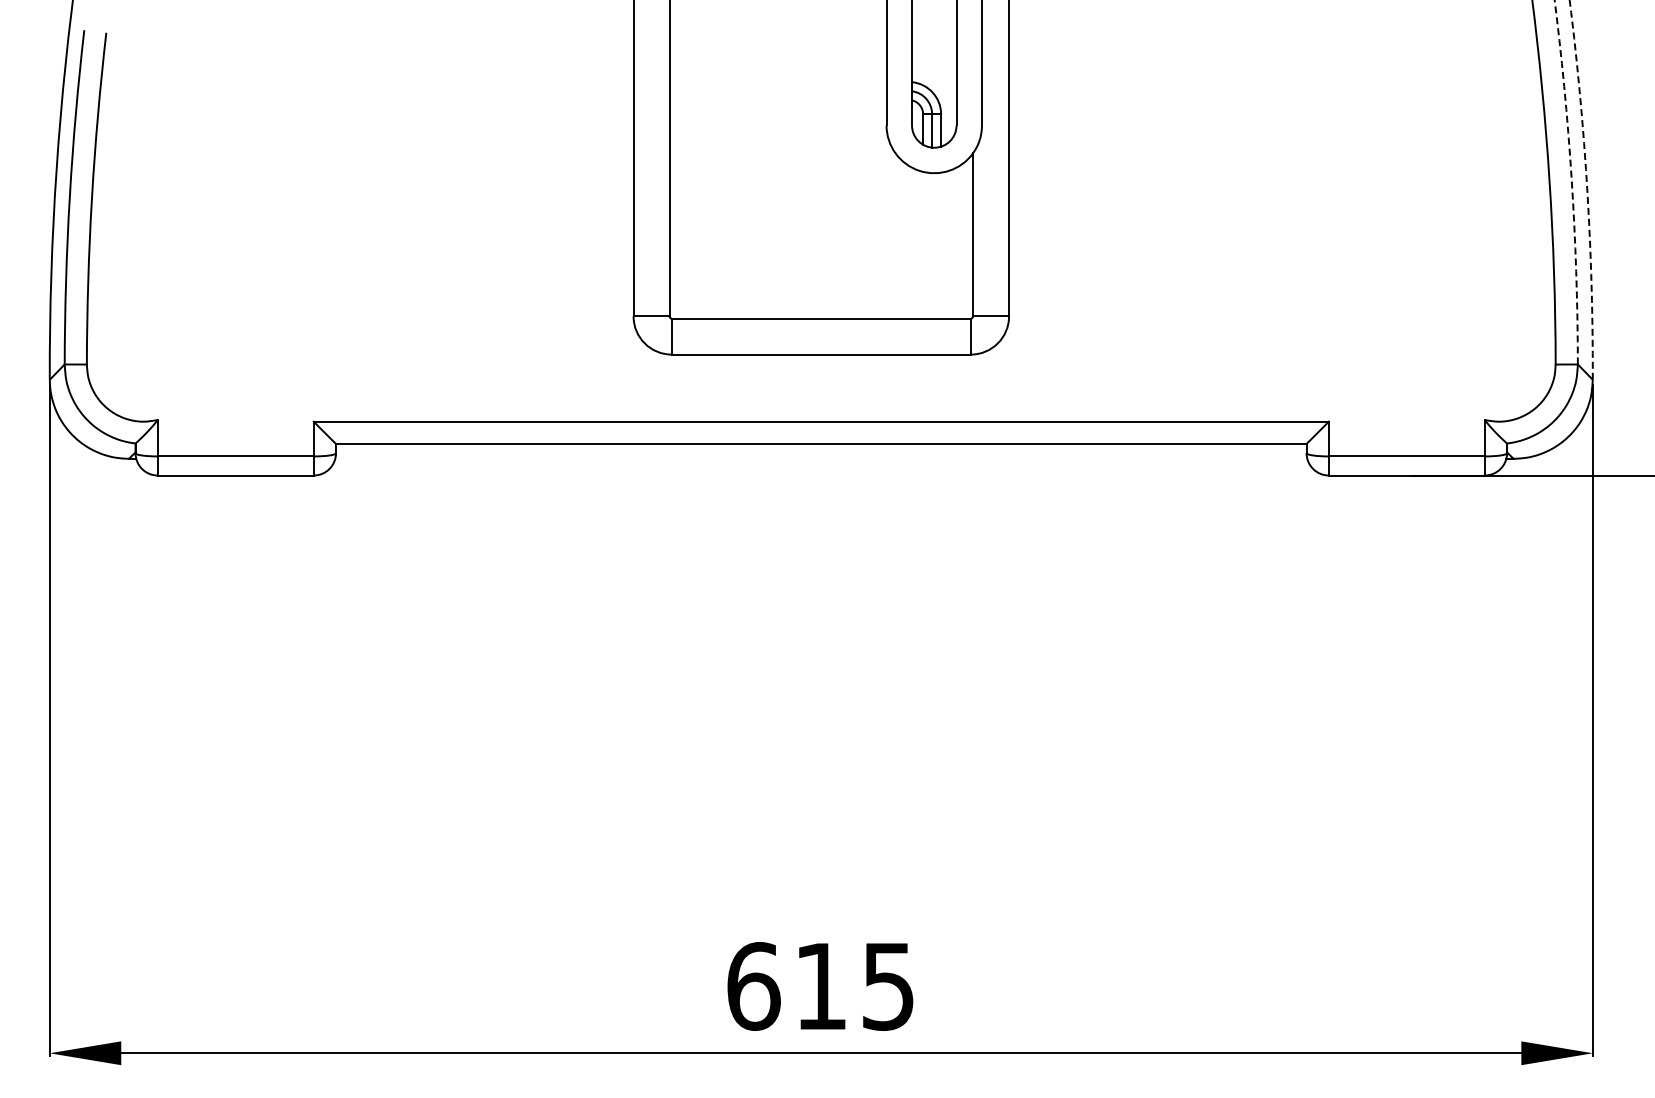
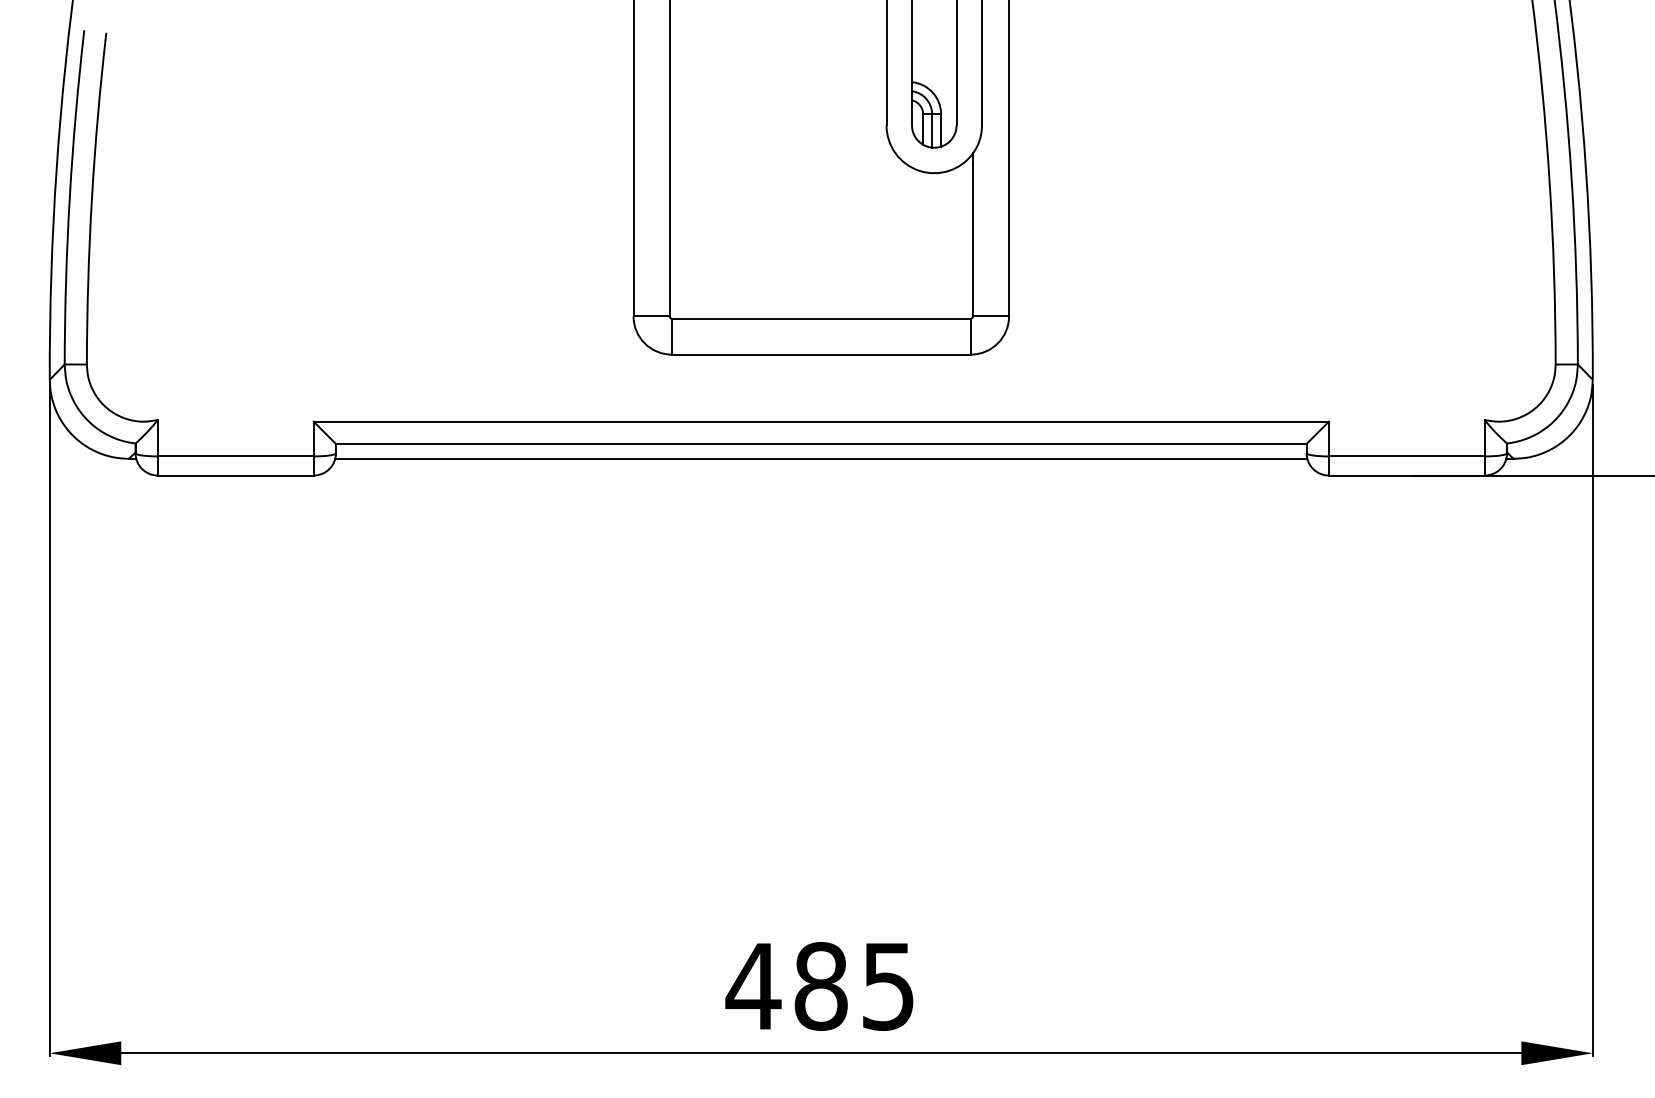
arc at (1571, 181): dashed -> solid
arc at (1587, 189): dashed -> solid
line at (821, 458): none -> present
text at (786, 986): 615 -> 485
